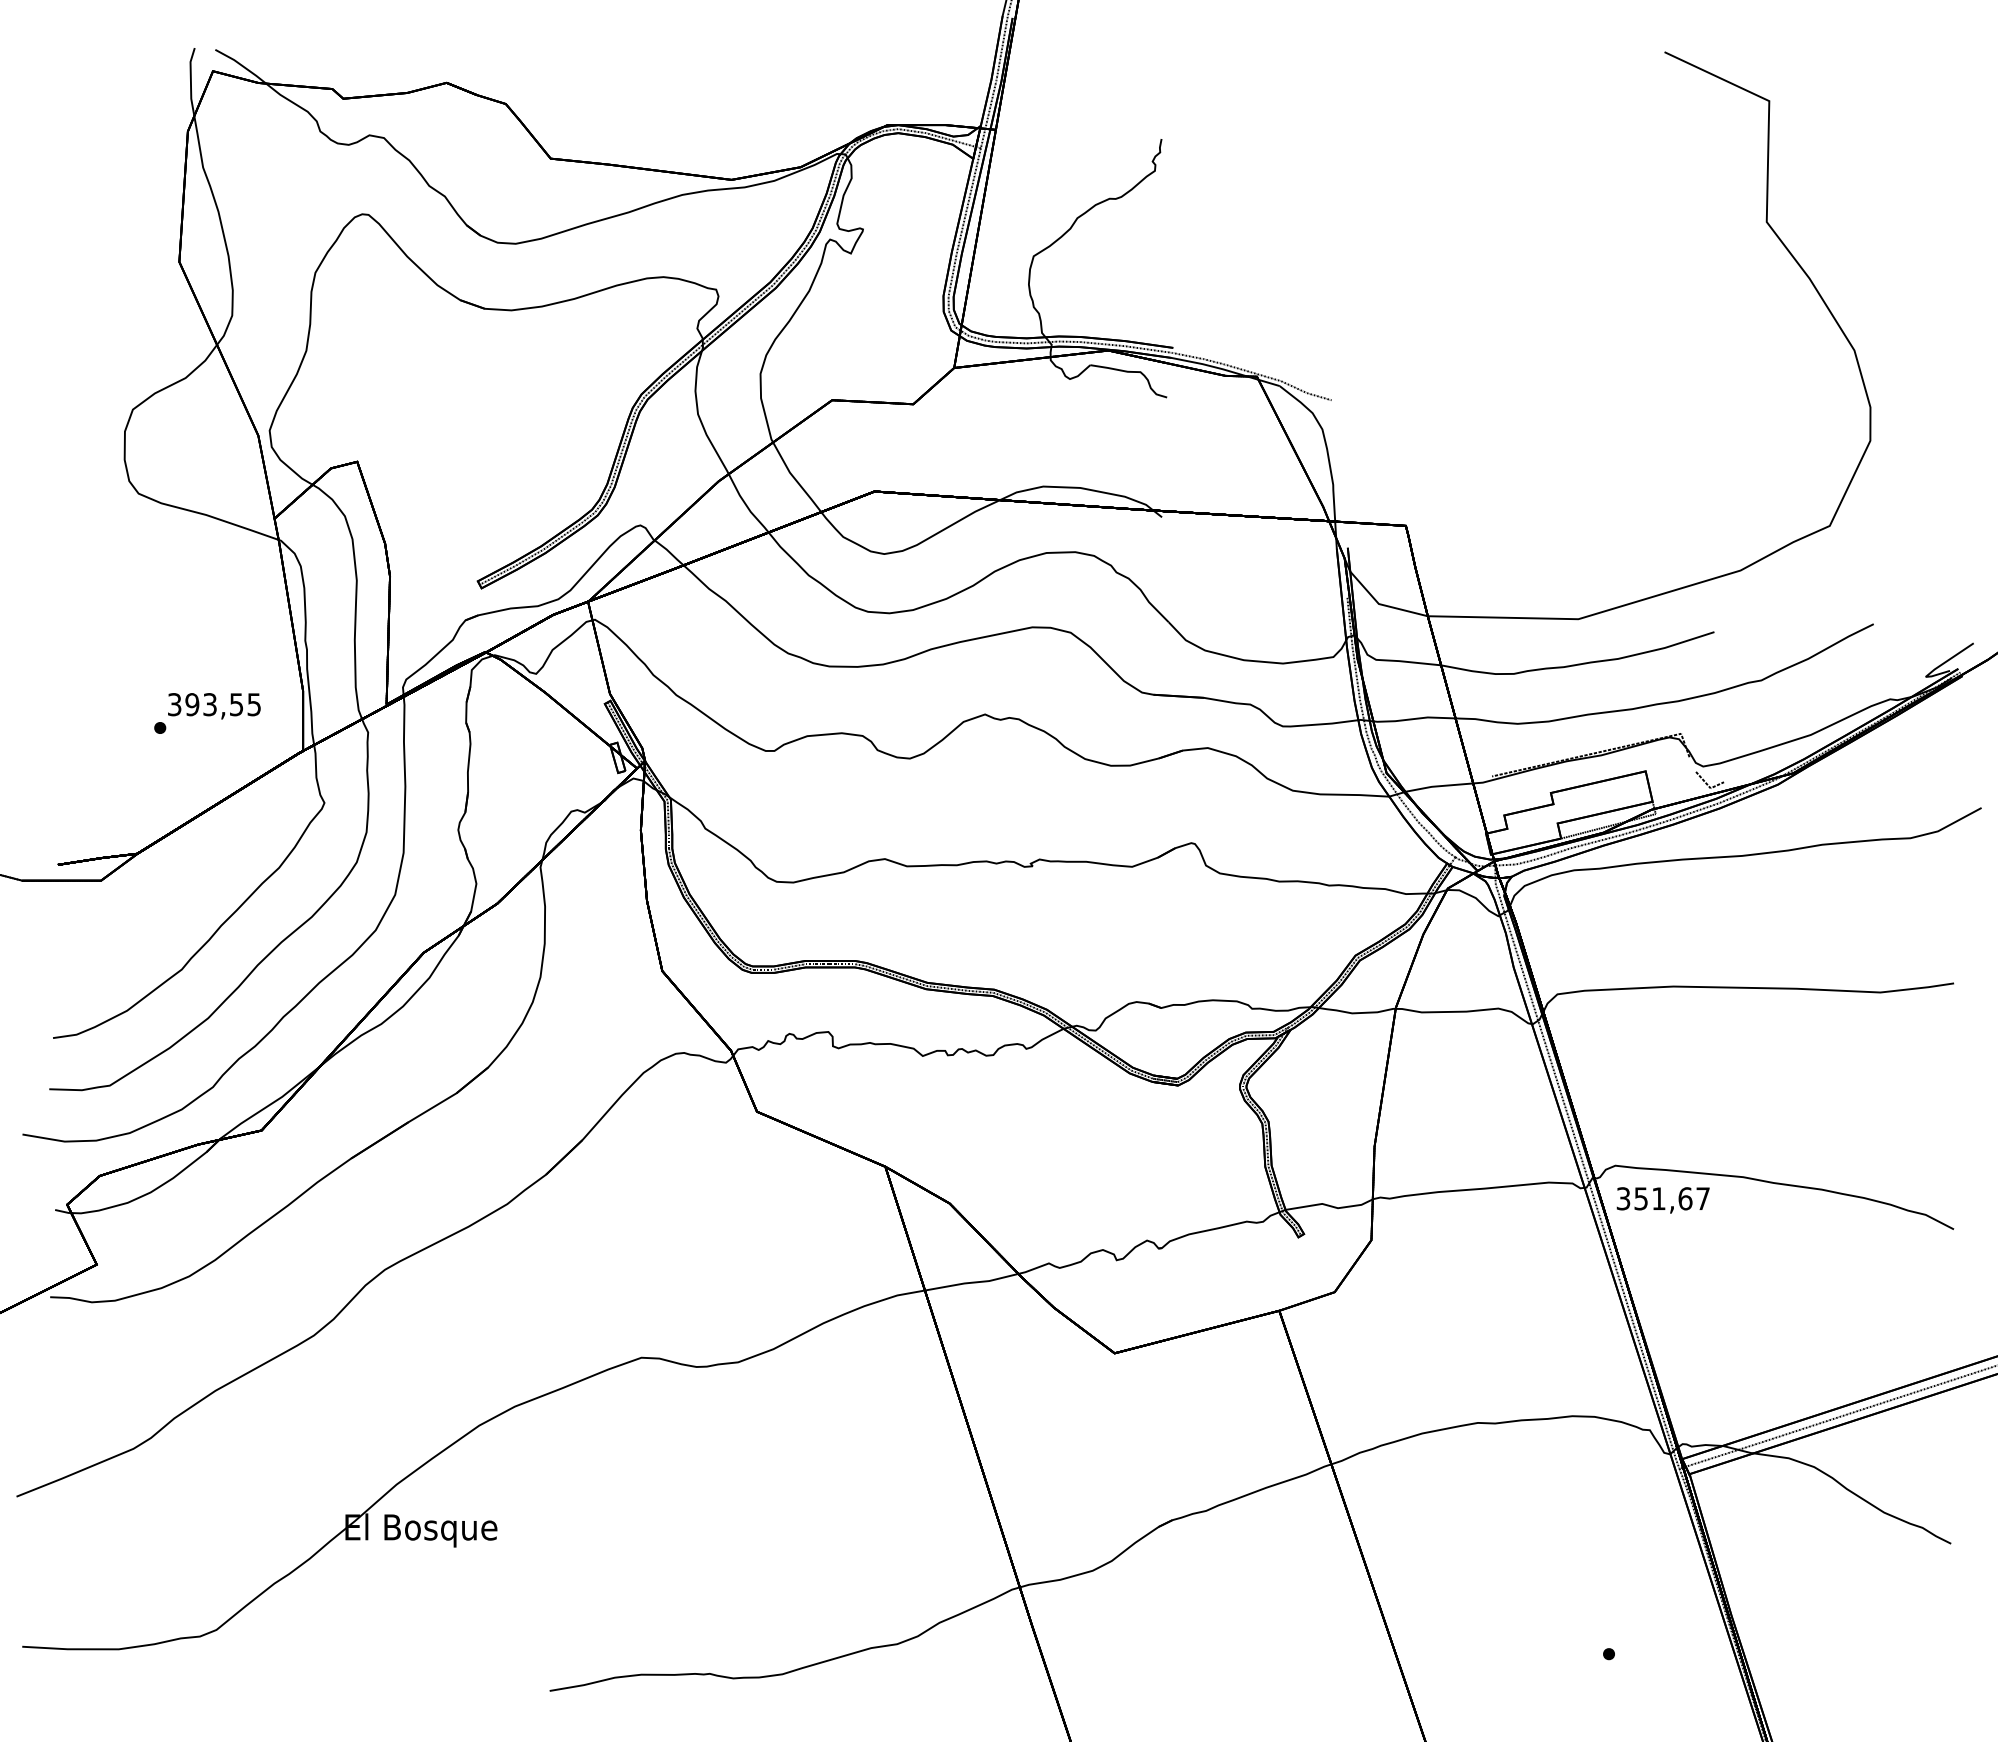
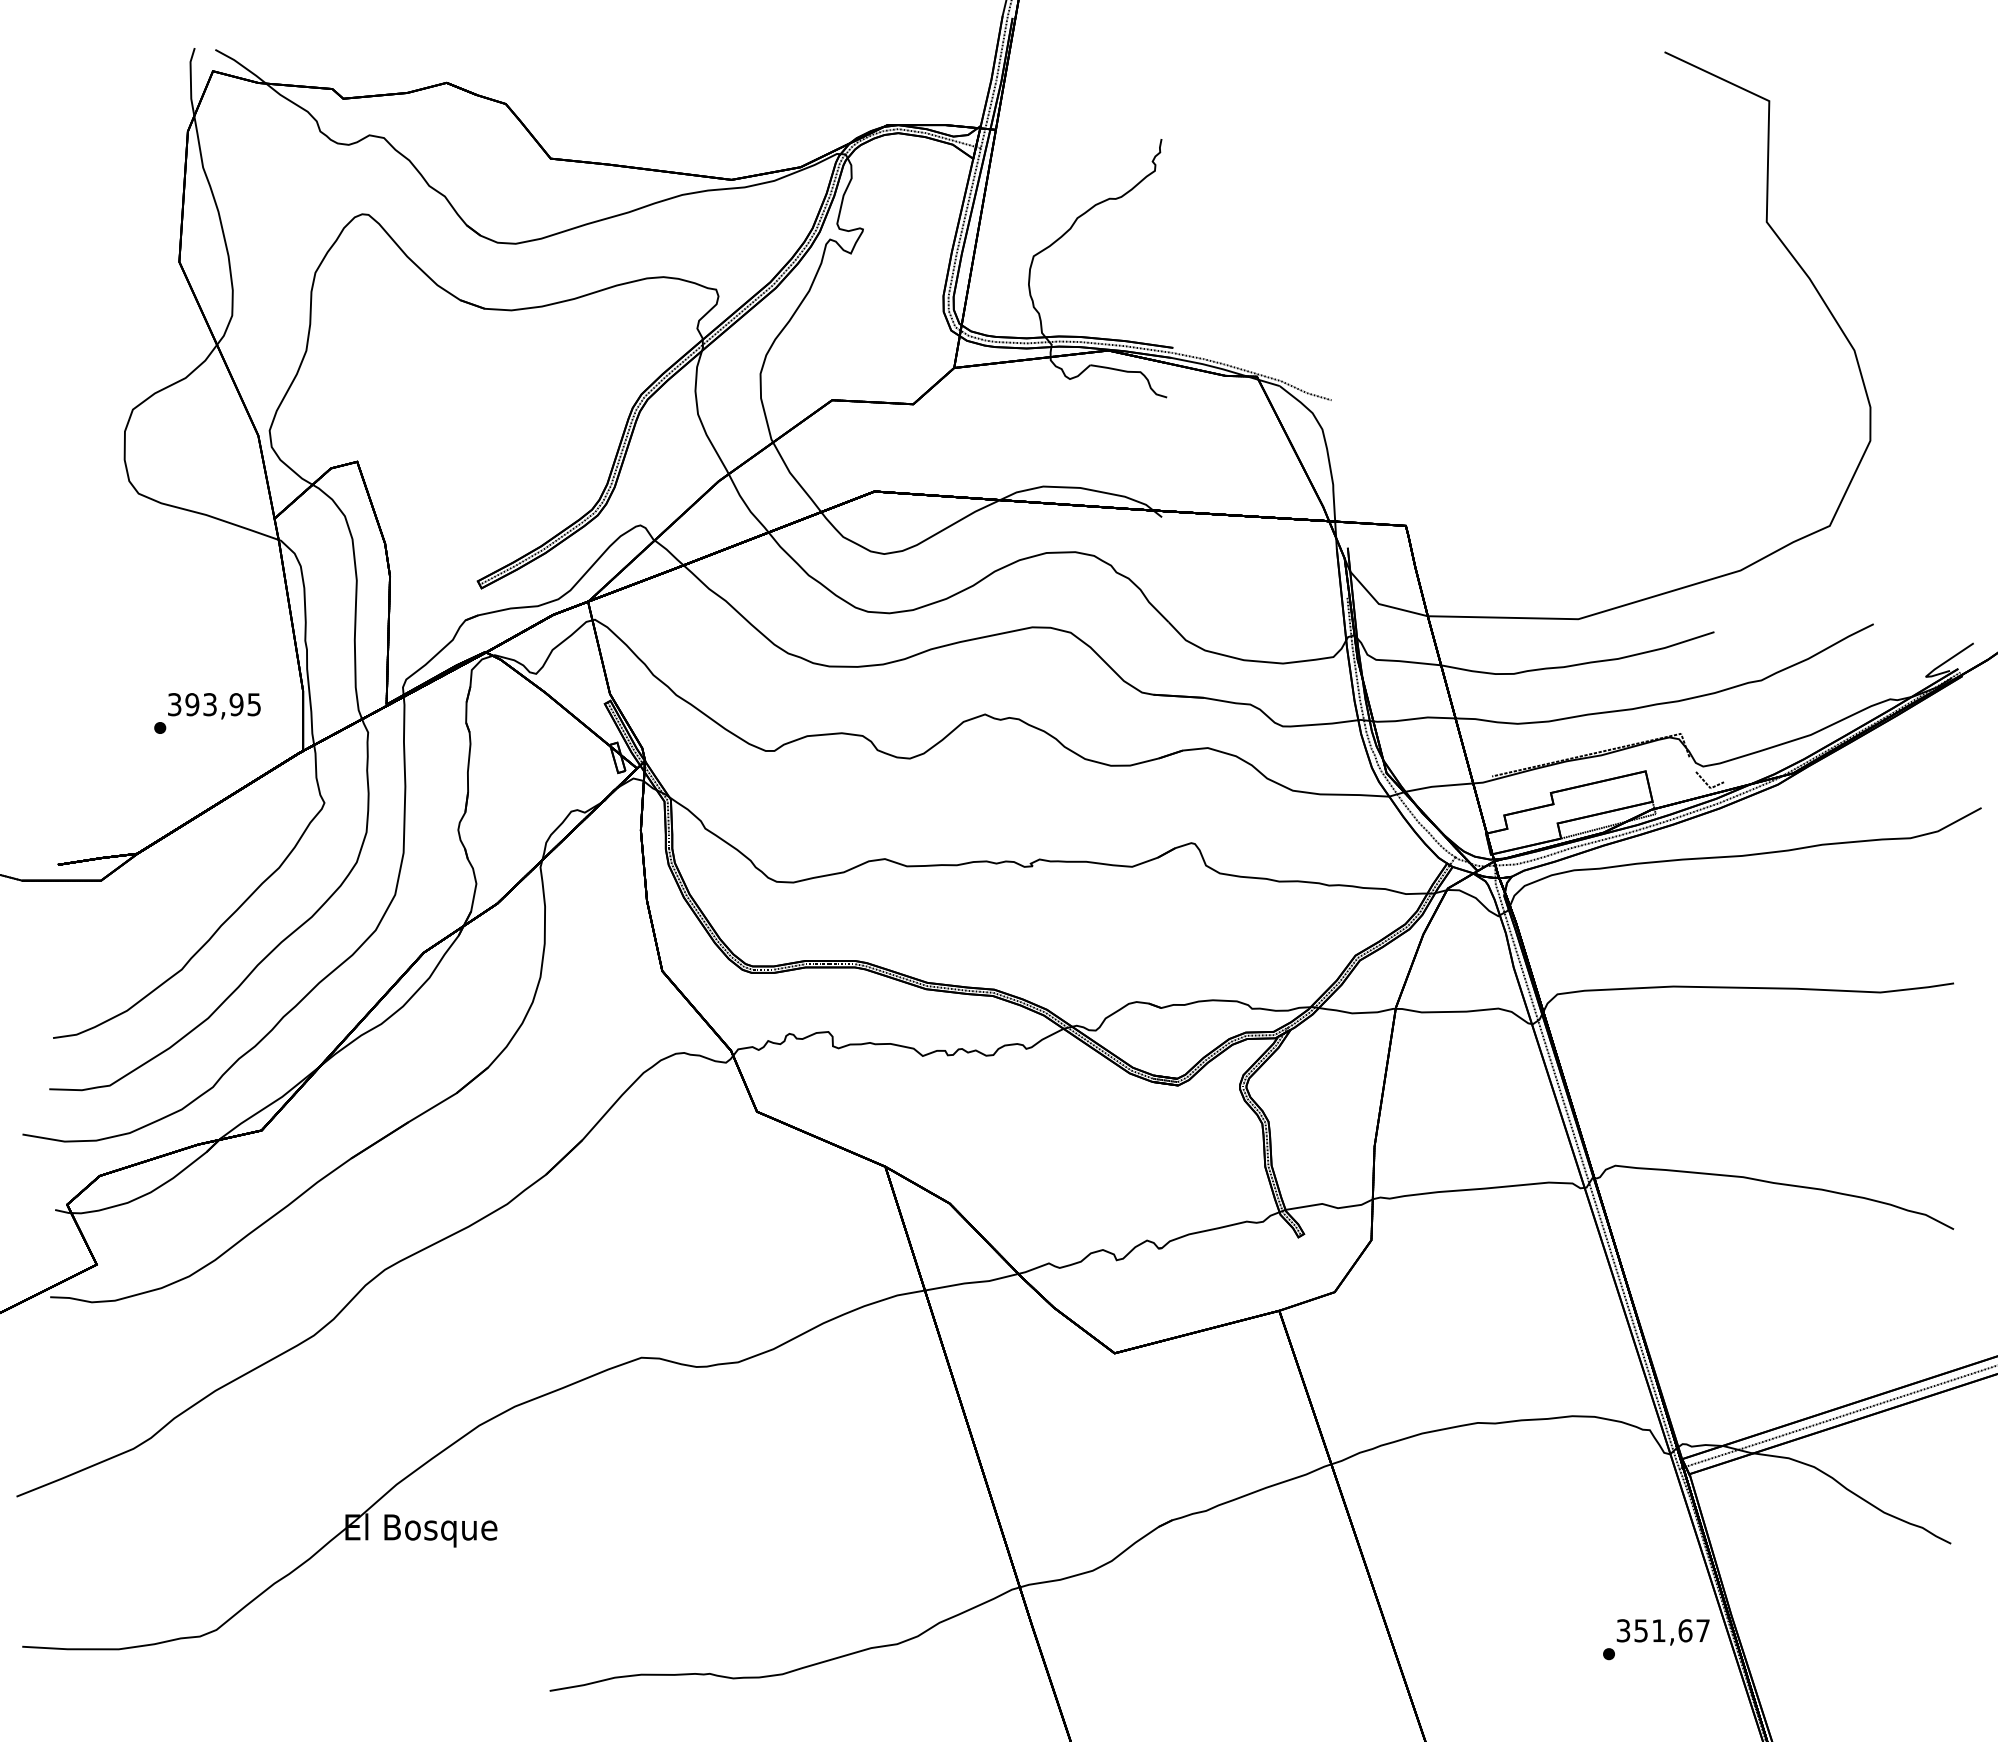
text at (236, 704): 393,55 -> 393,95
text at (1662, 1200) position: (1662, 1200) -> (1662, 1632)
